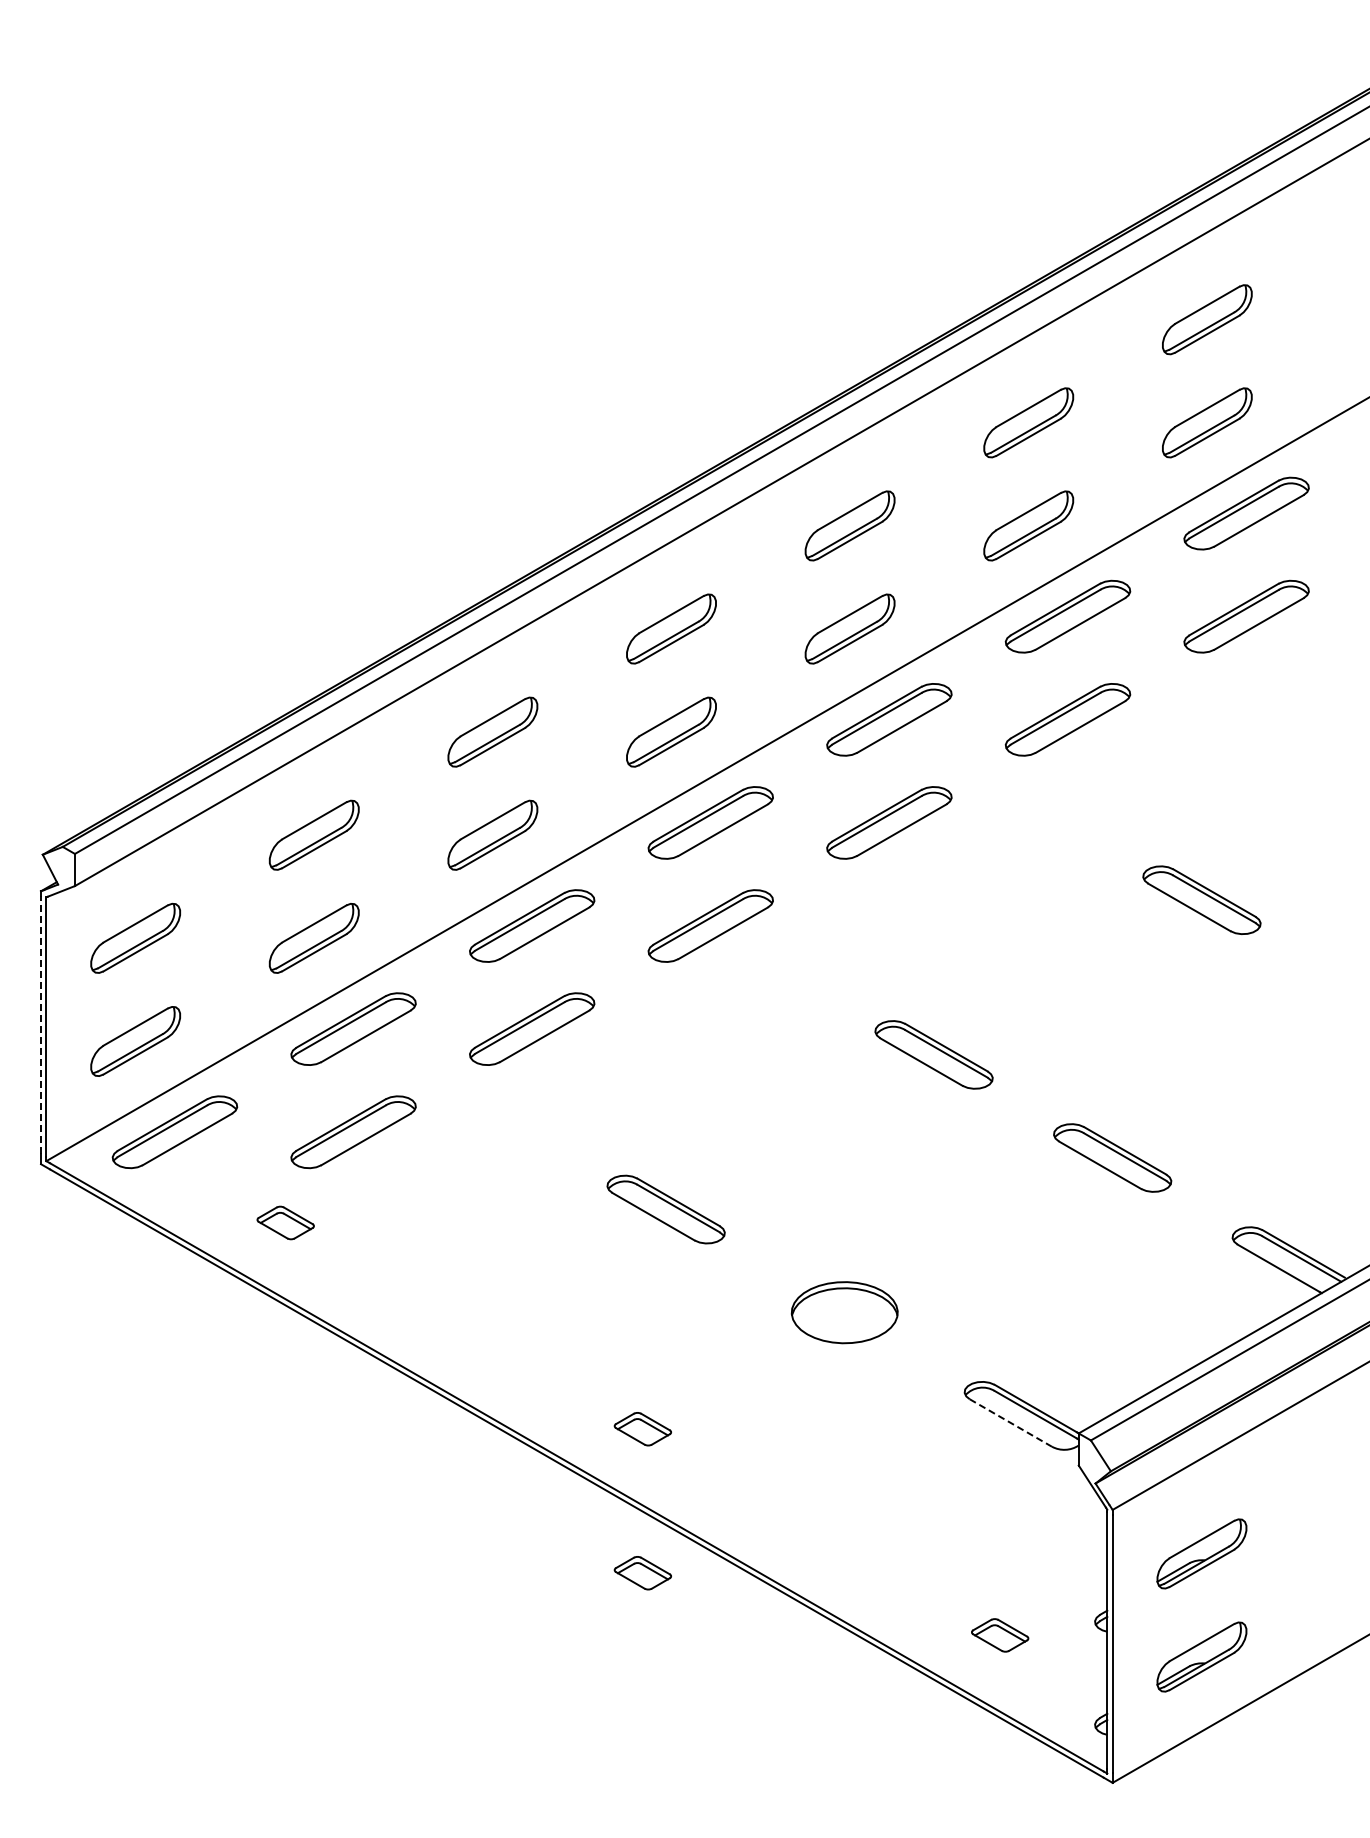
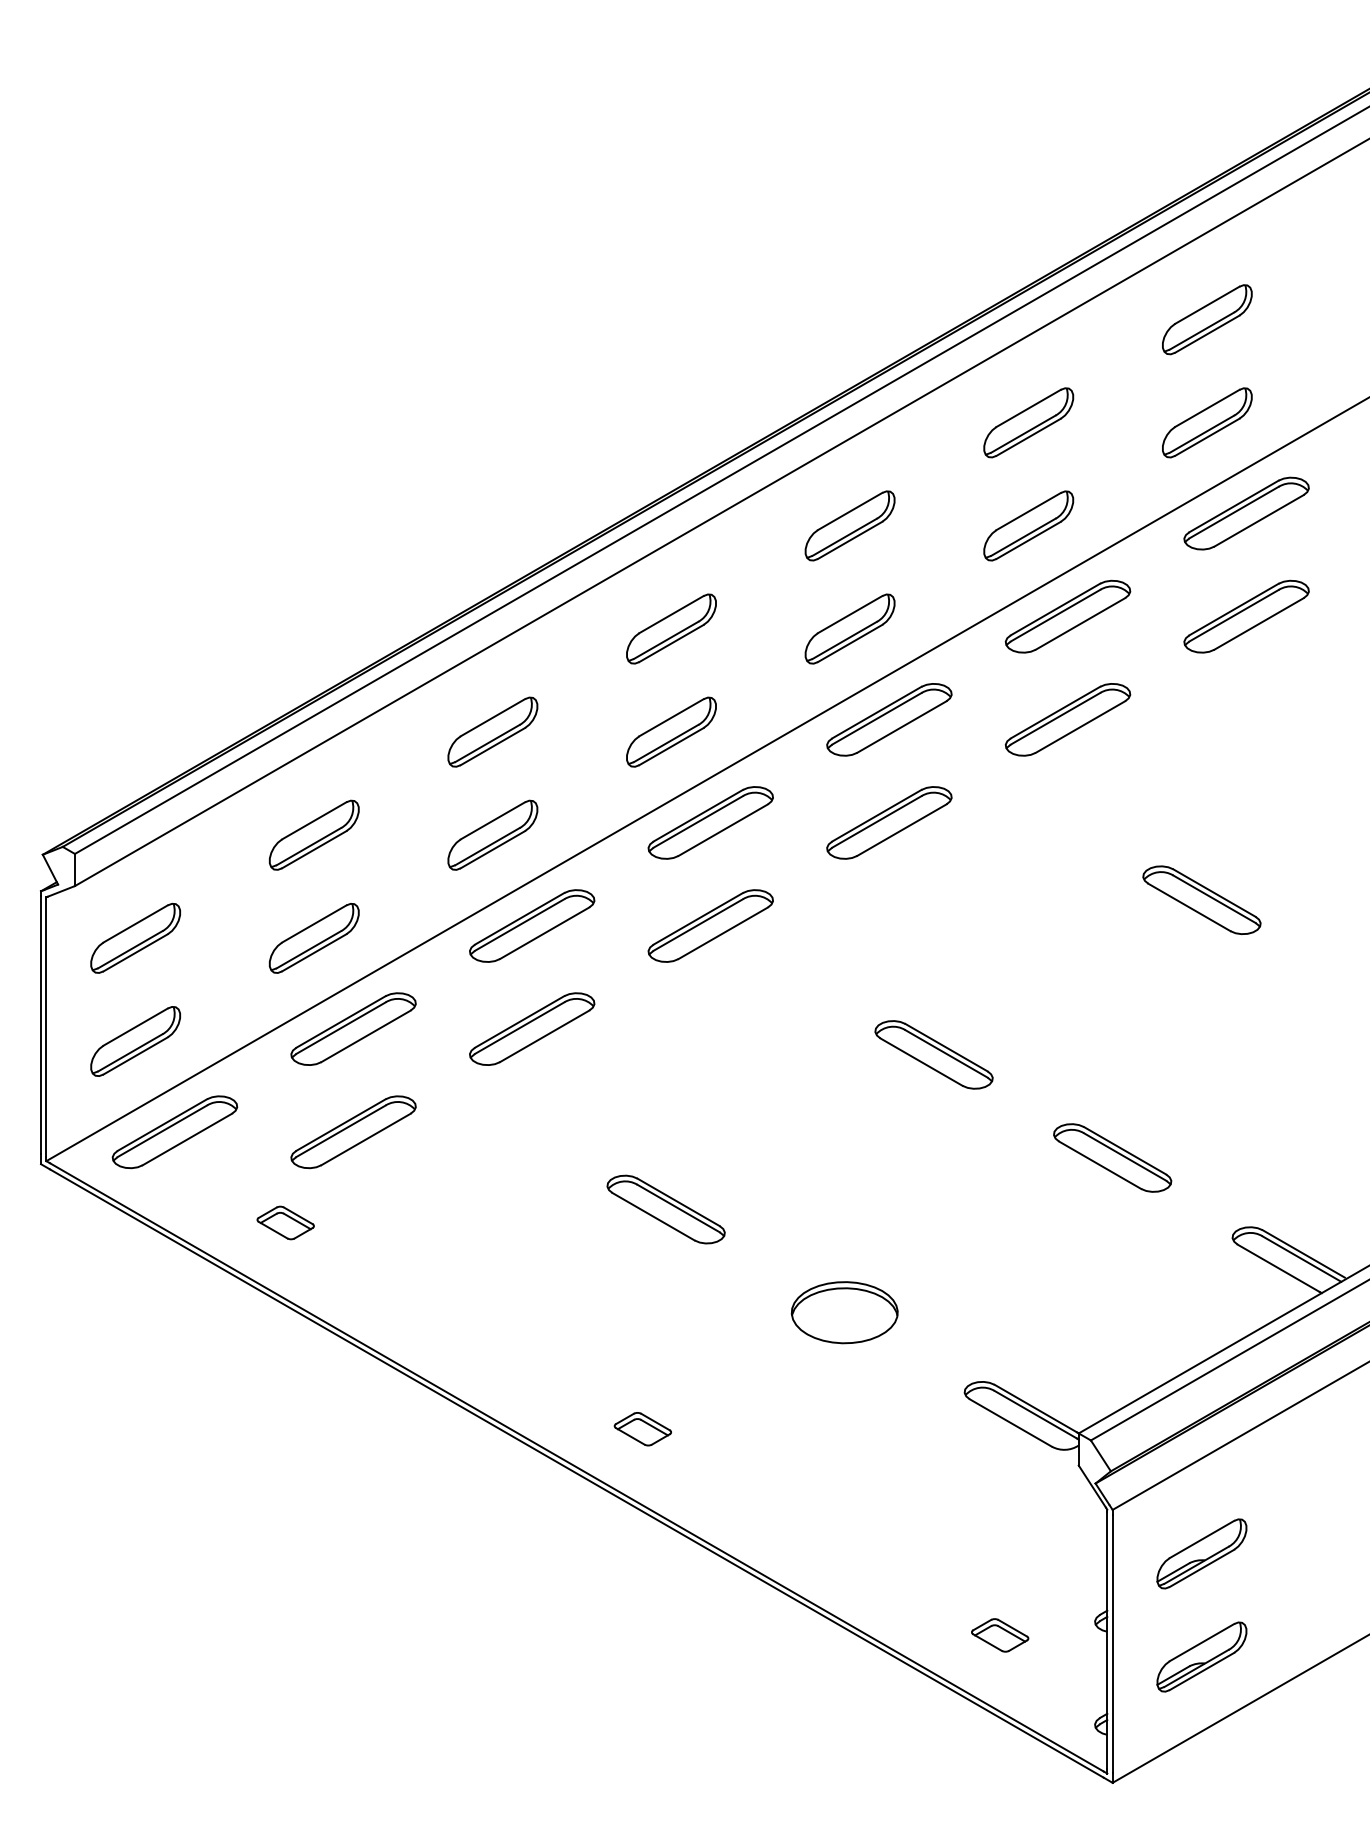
line at (41, 1024): dashed -> solid
line at (1011, 1423): dashed -> solid
part at (642, 1573): present -> none
